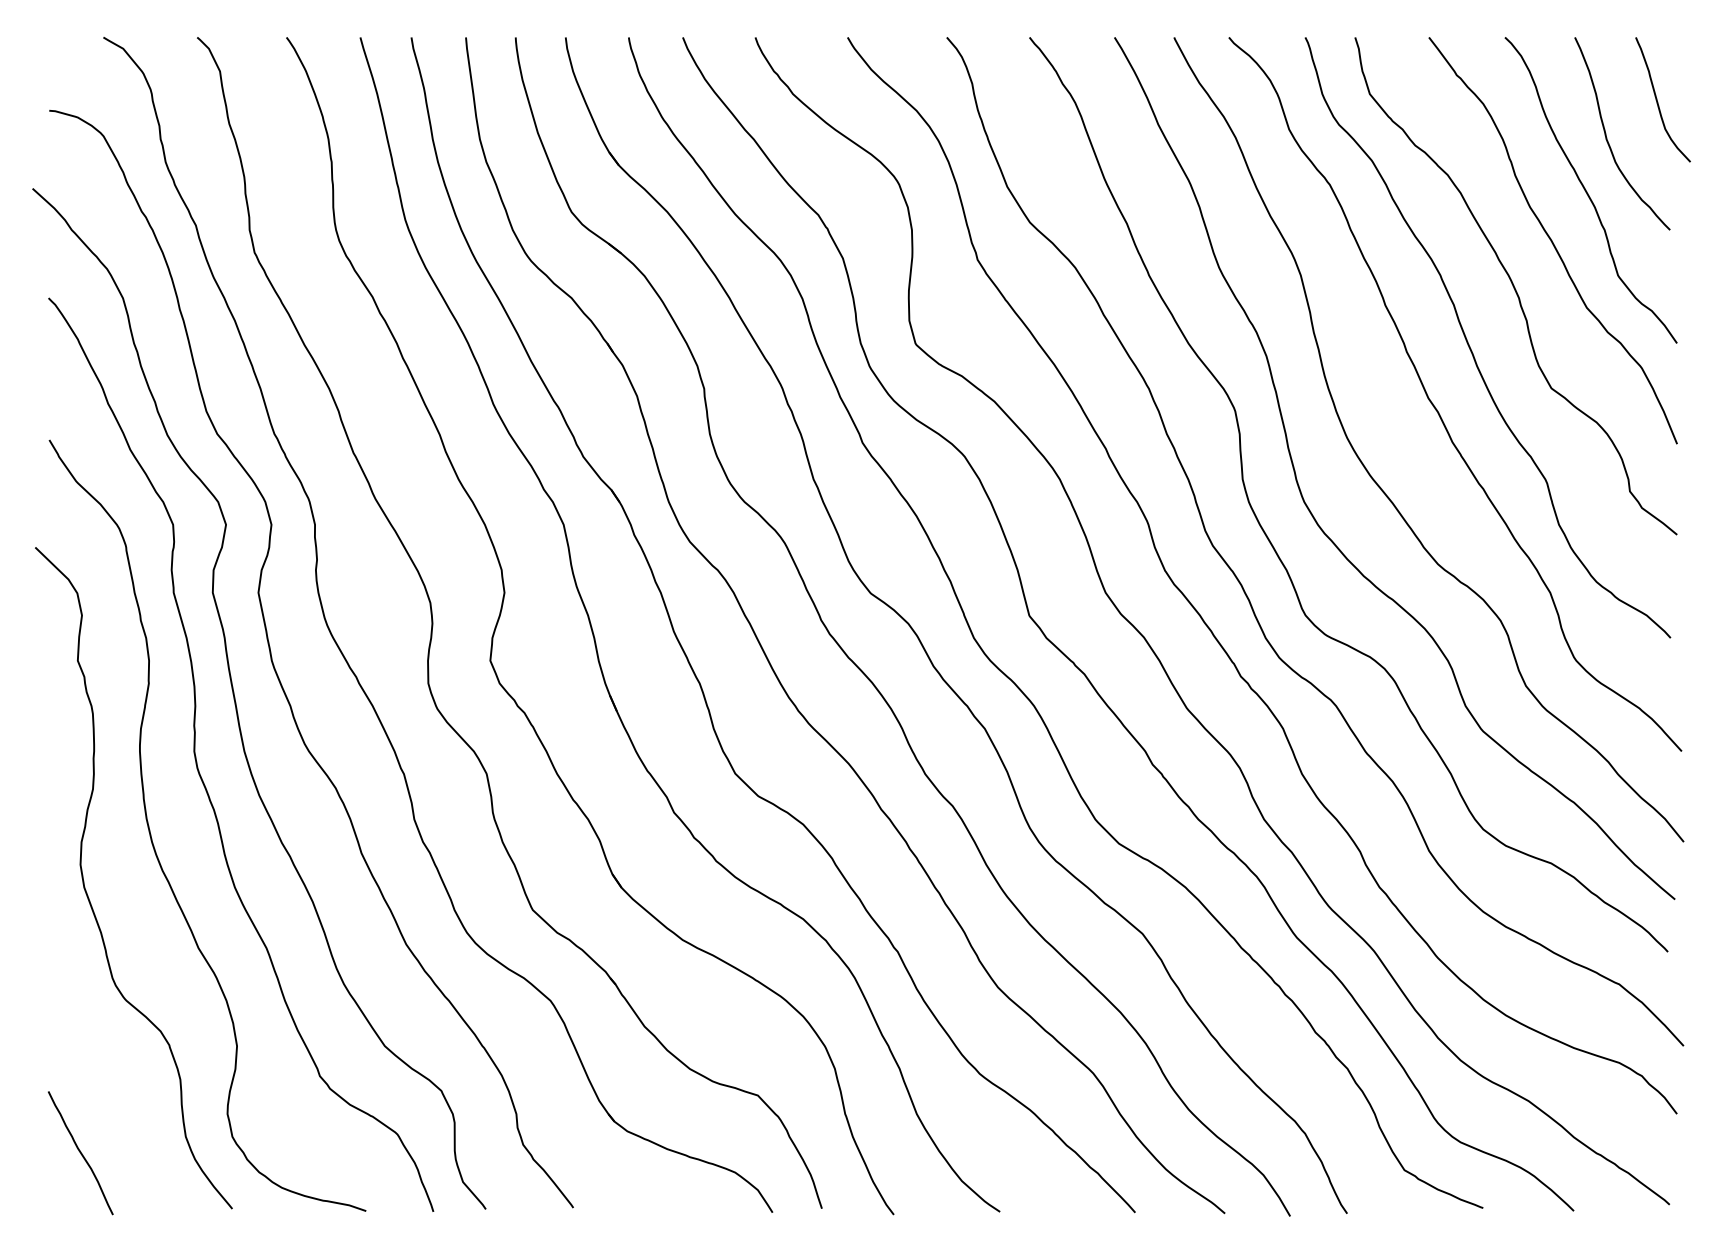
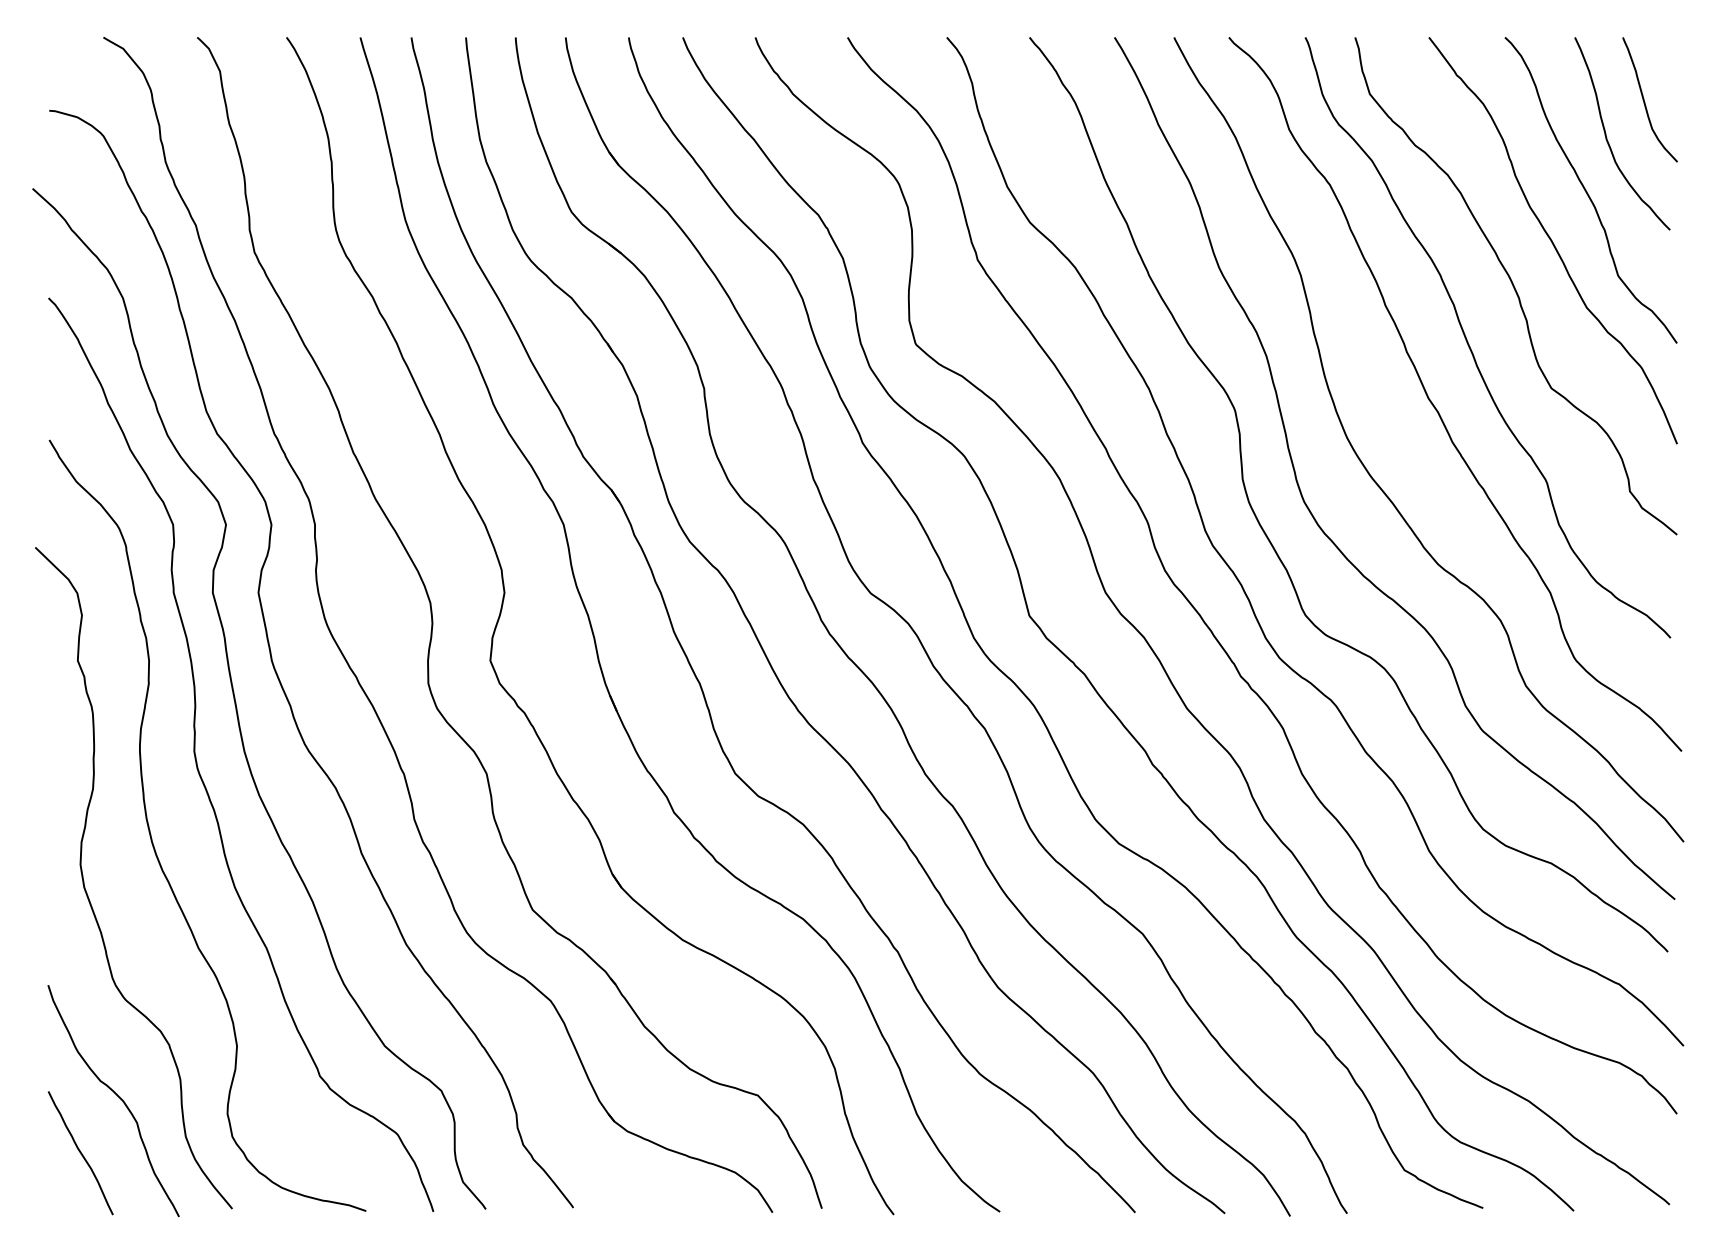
curve at (1657, 99) position: (1657, 99) -> (1644, 99)
curve at (117, 1096): none -> present
